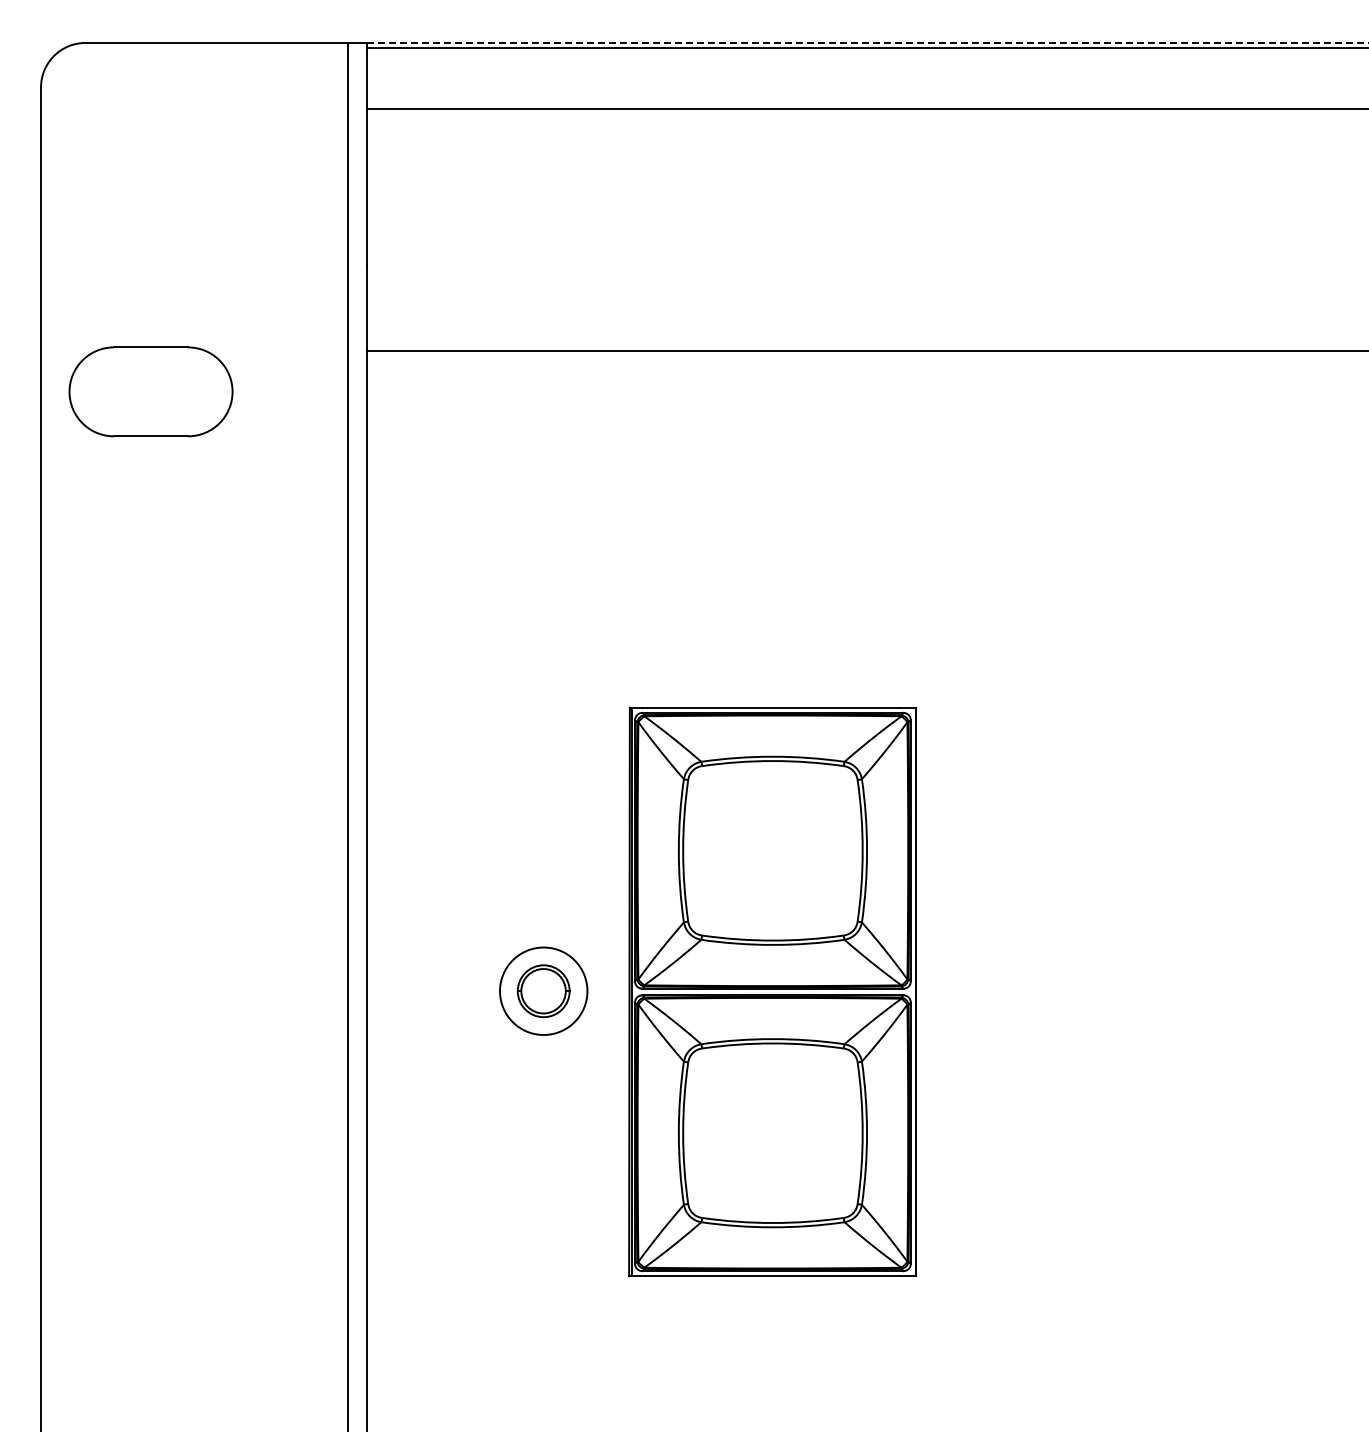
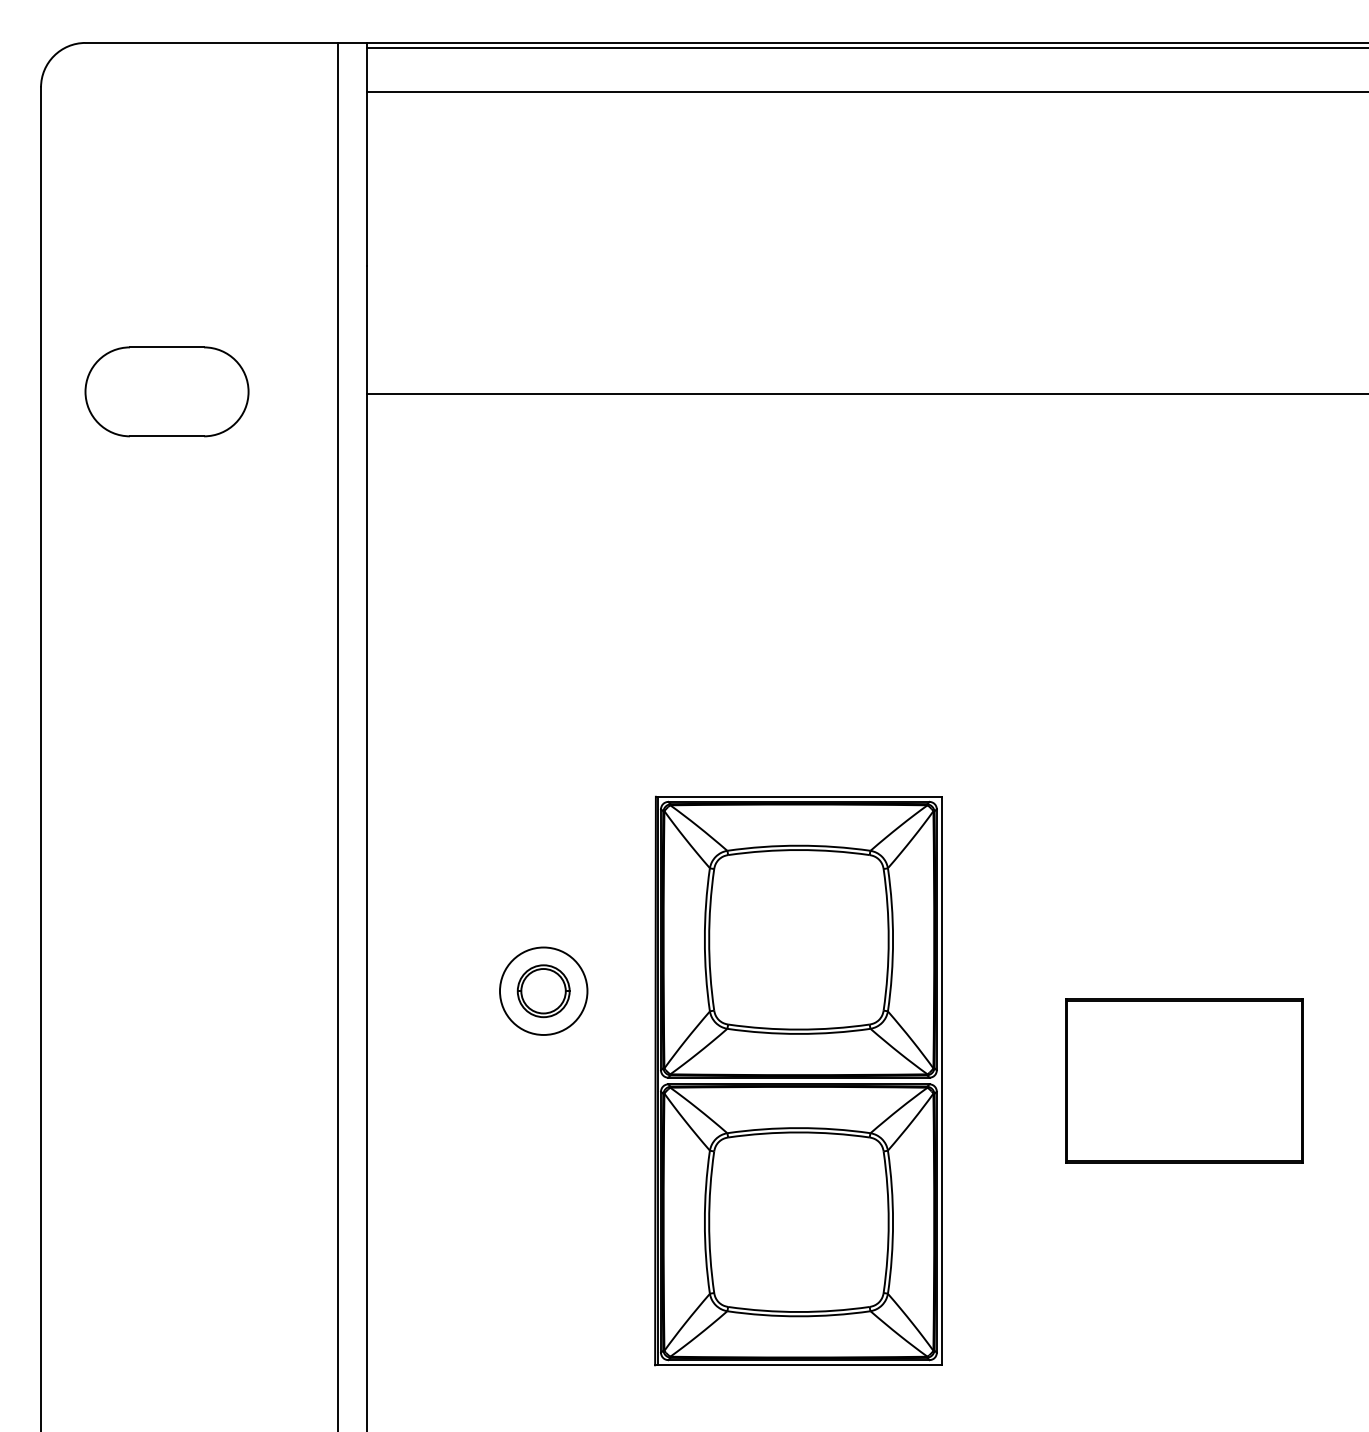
line at (868, 42): dashed -> solid
line at (866, 108) position: (866, 108) -> (866, 91)
line at (866, 350) position: (866, 350) -> (866, 393)
part at (150, 391) position: (150, 391) -> (166, 391)
line at (347, 735) position: (347, 735) -> (337, 735)
part at (772, 991) position: (772, 991) -> (798, 1080)
part at (1184, 1080): none -> present
